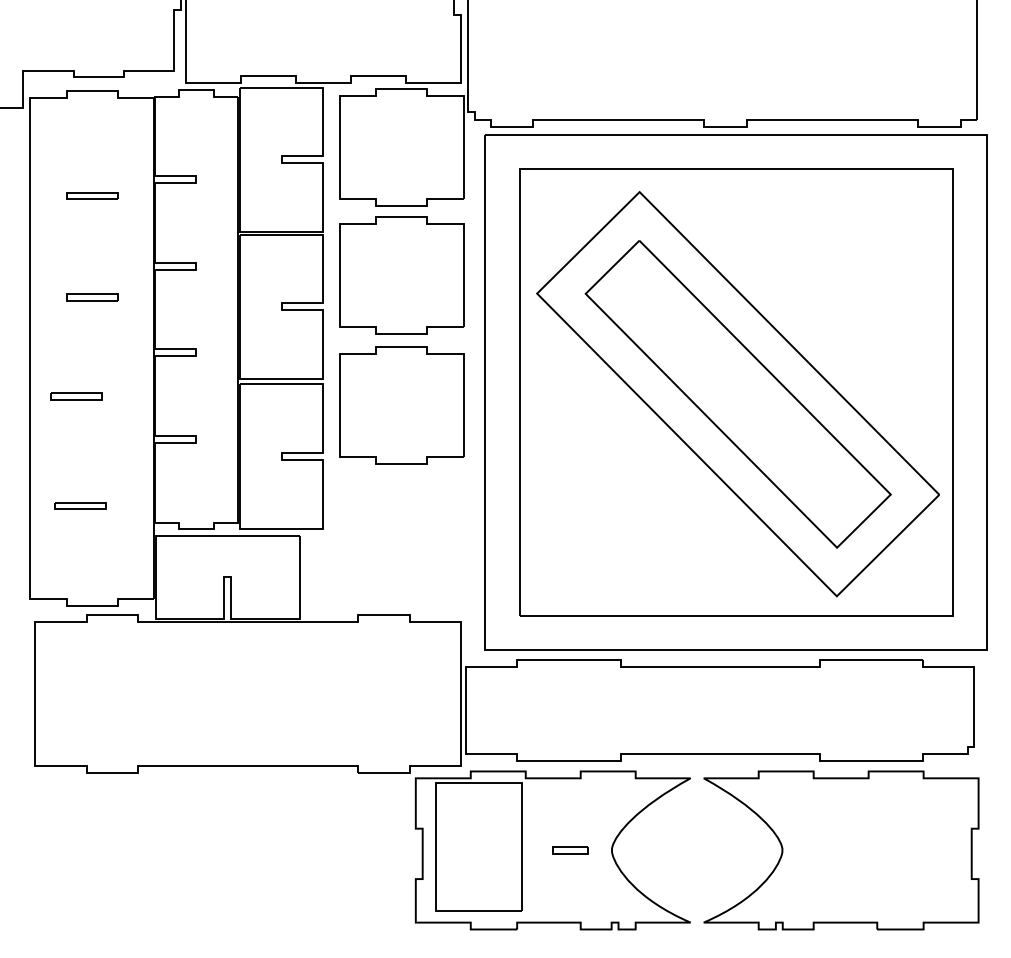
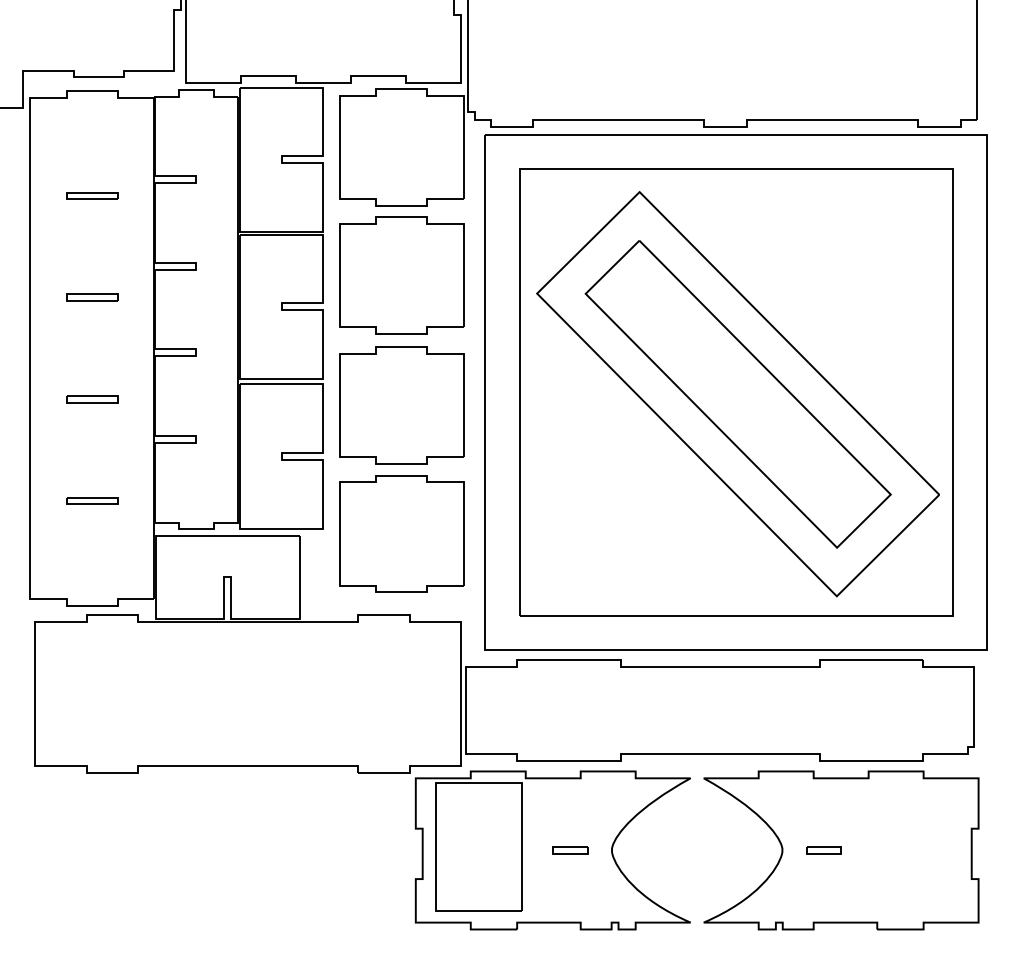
part at (76, 396) position: (76, 396) -> (92, 399)
part at (80, 505) position: (80, 505) -> (92, 500)
part at (401, 533): none -> present
part at (823, 850): none -> present
